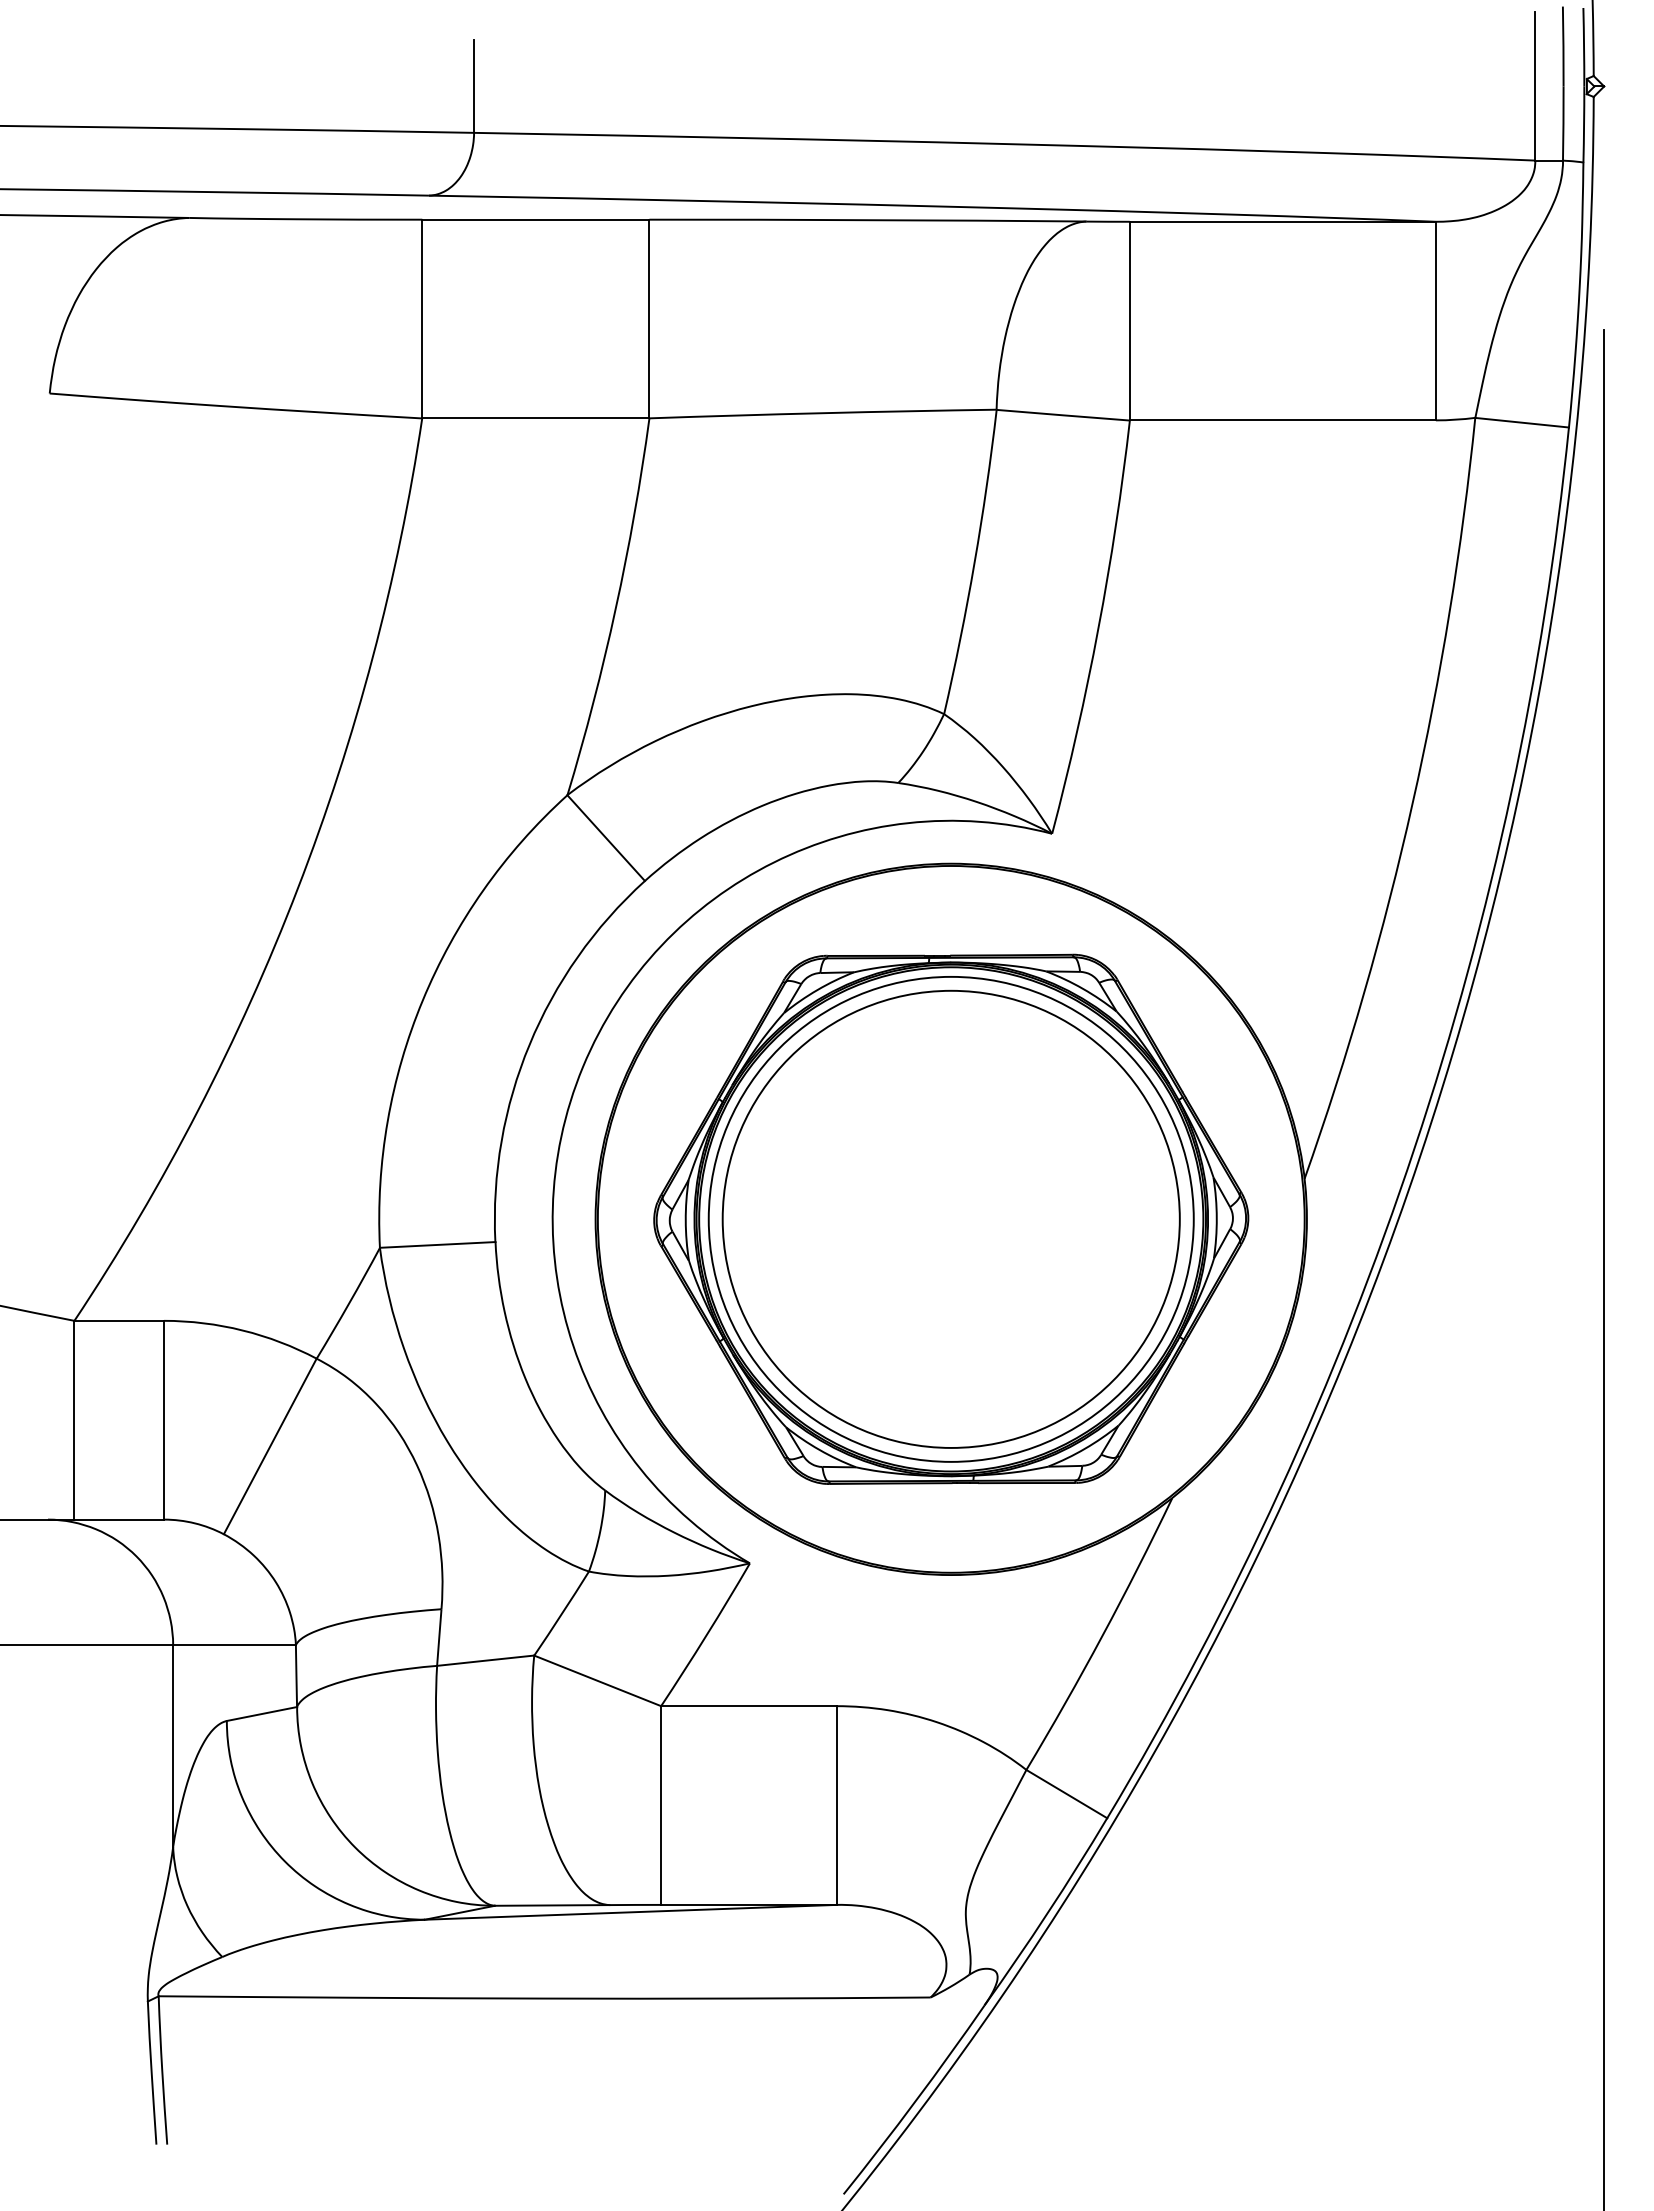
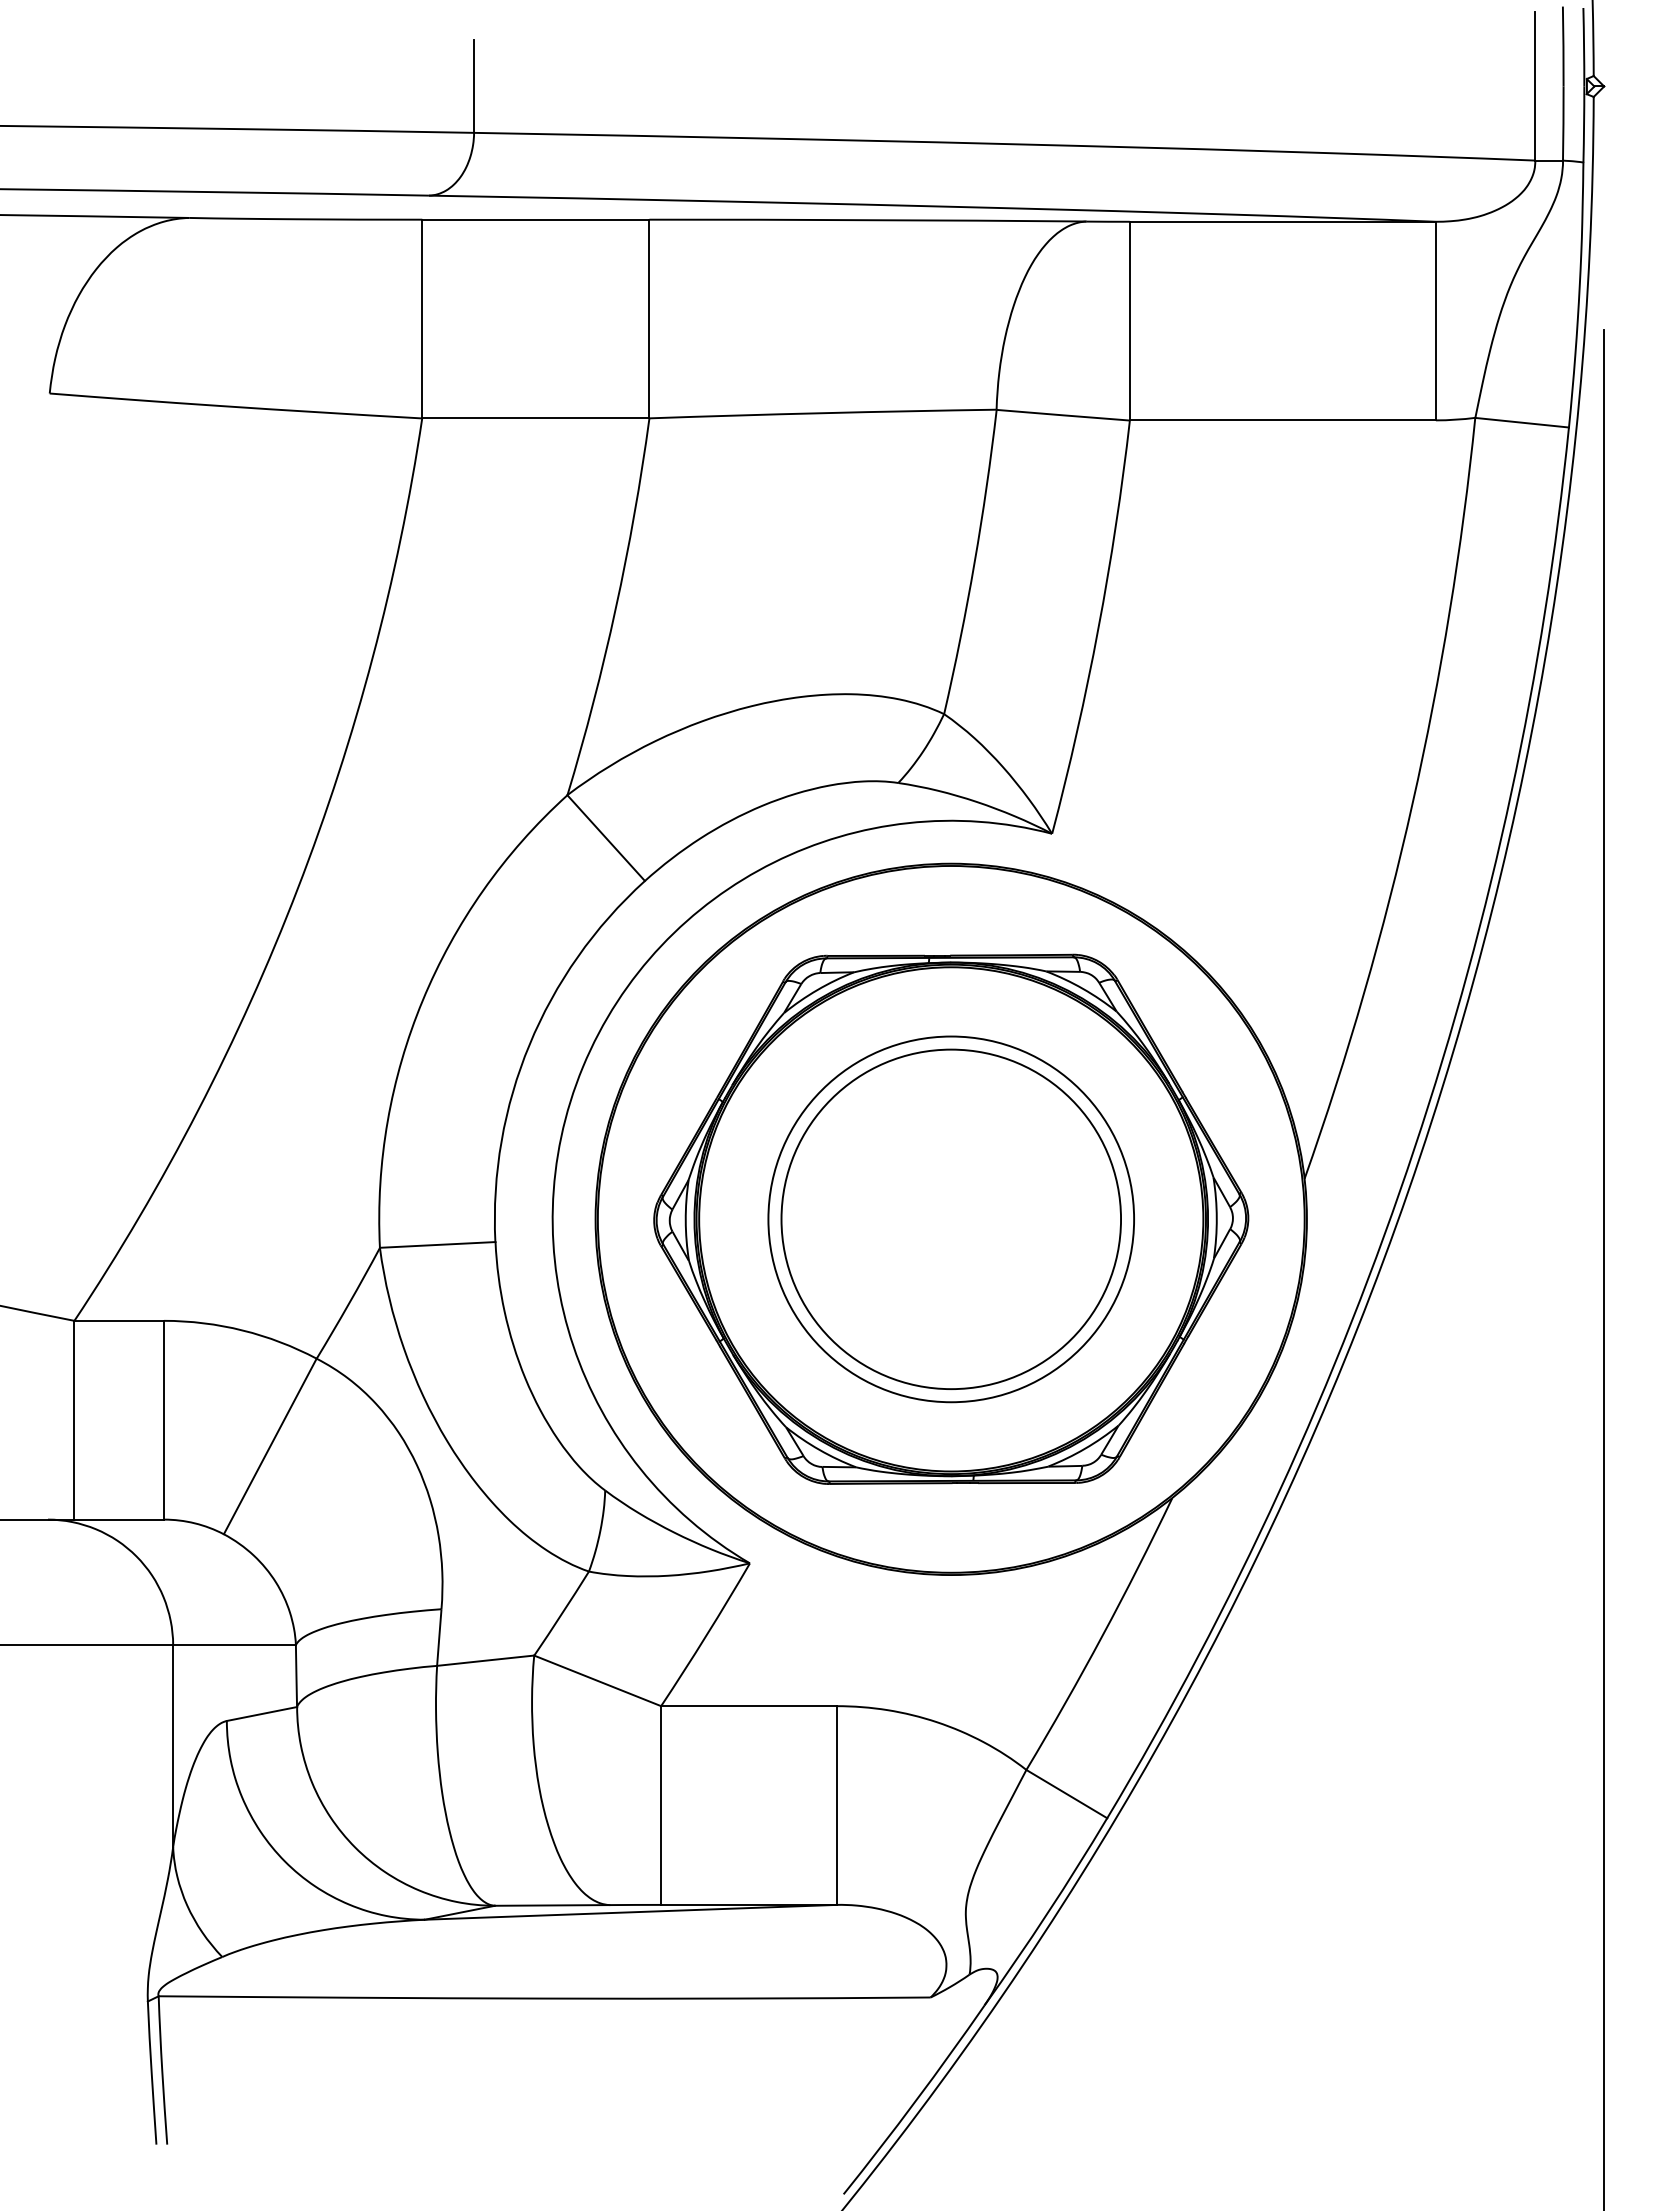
circle at (950, 1218) diameter: 457 px -> 366 px
circle at (950, 1218) diameter: 485 px -> 340 px
